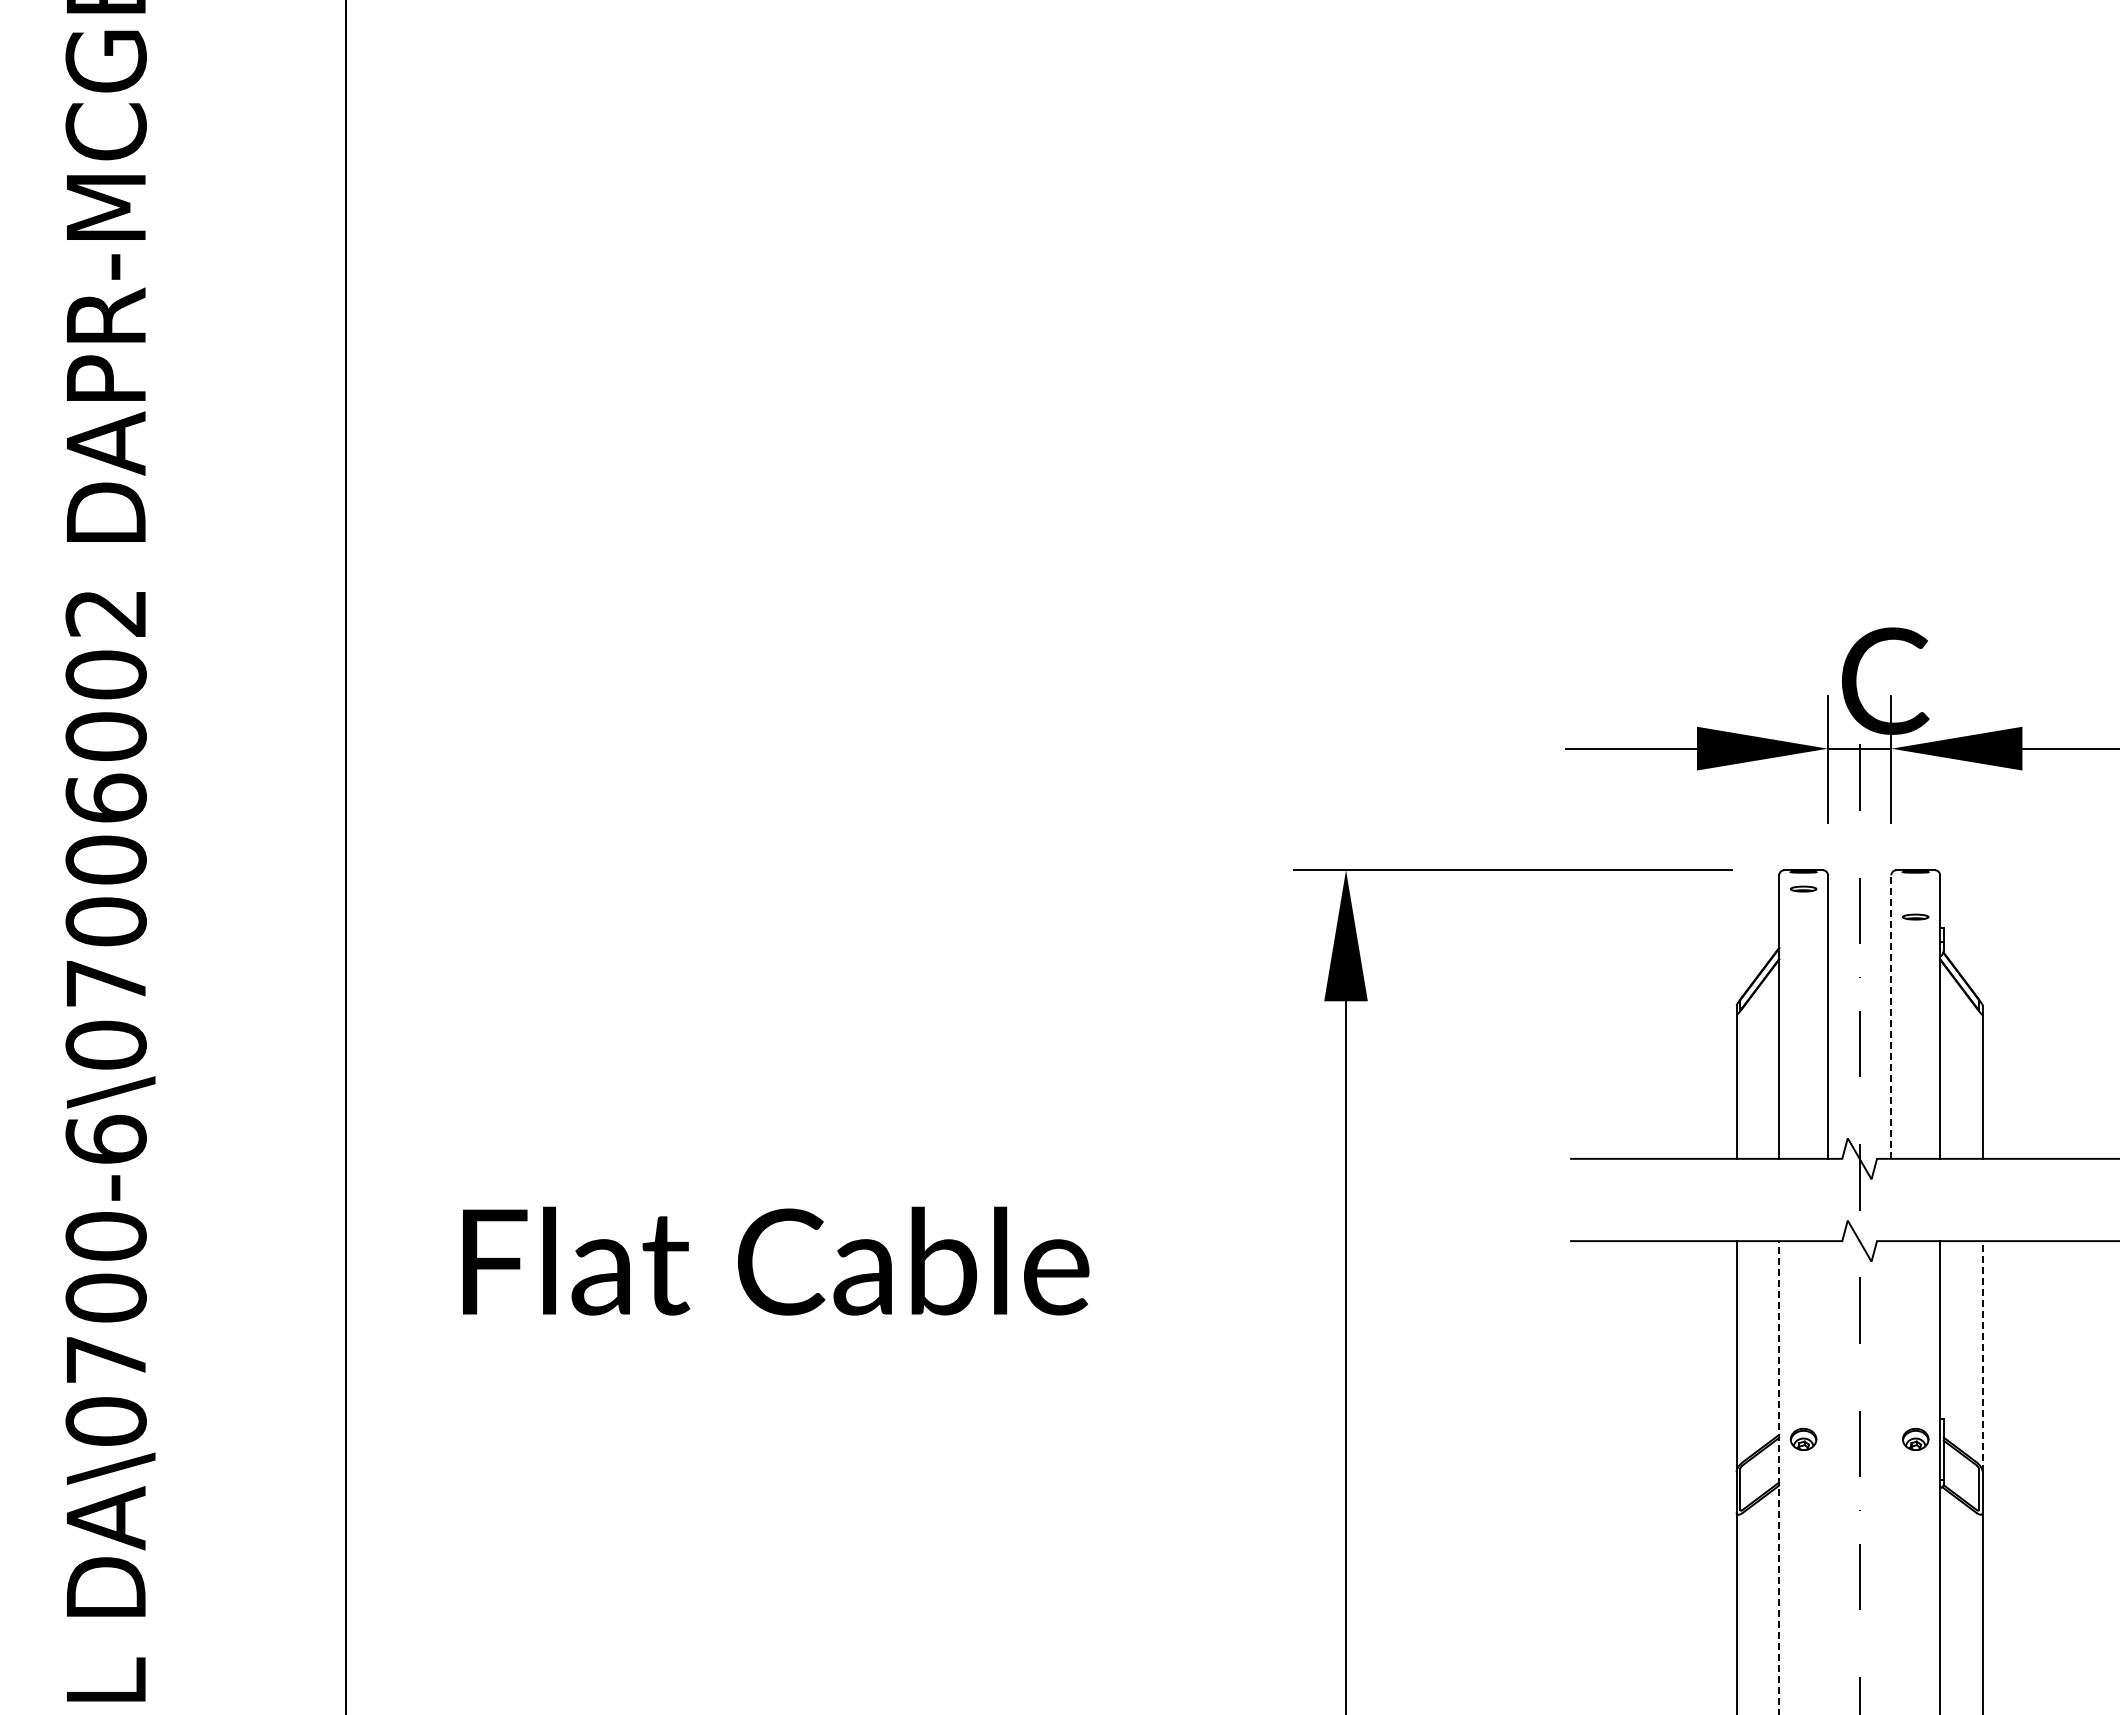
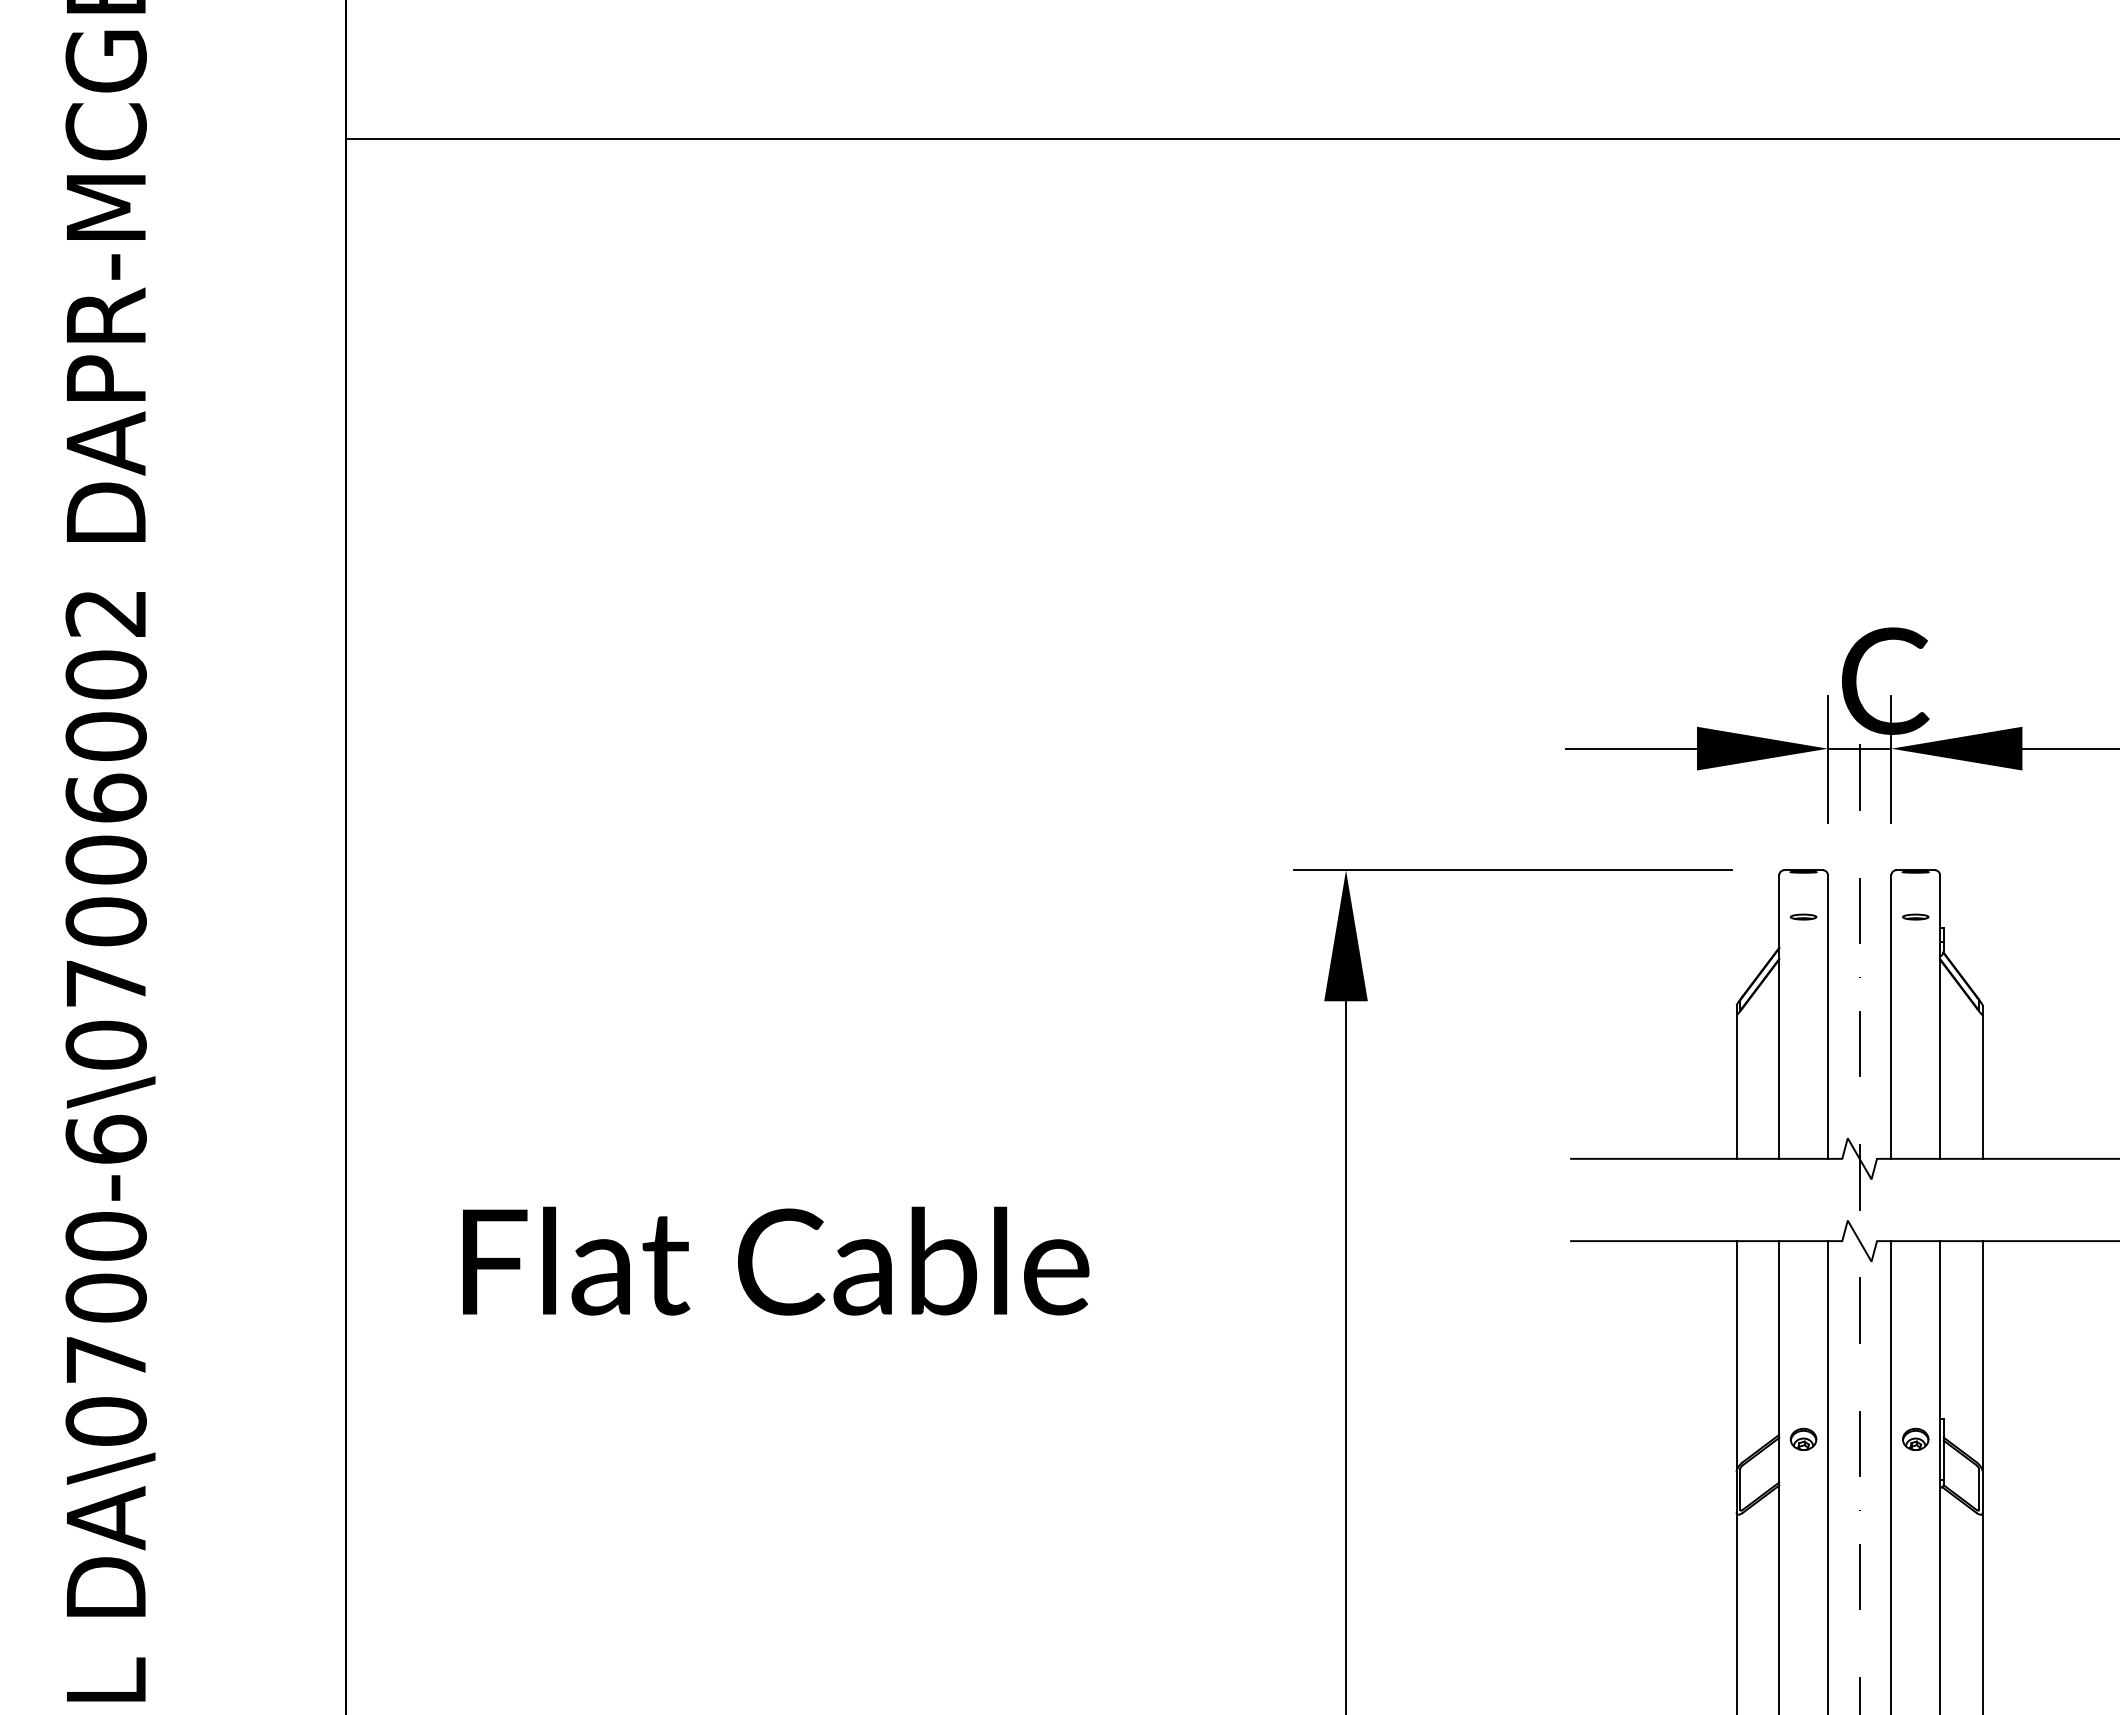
line at (1231, 139): none -> present
part at (1803, 888) position: (1803, 888) -> (1803, 916)
line at (1891, 1017): dashed -> solid
line at (1982, 1356): dashed -> solid
line at (1827, 1476): none -> present
line at (1891, 1476): none -> present
line at (1779, 1477): dashed -> solid
